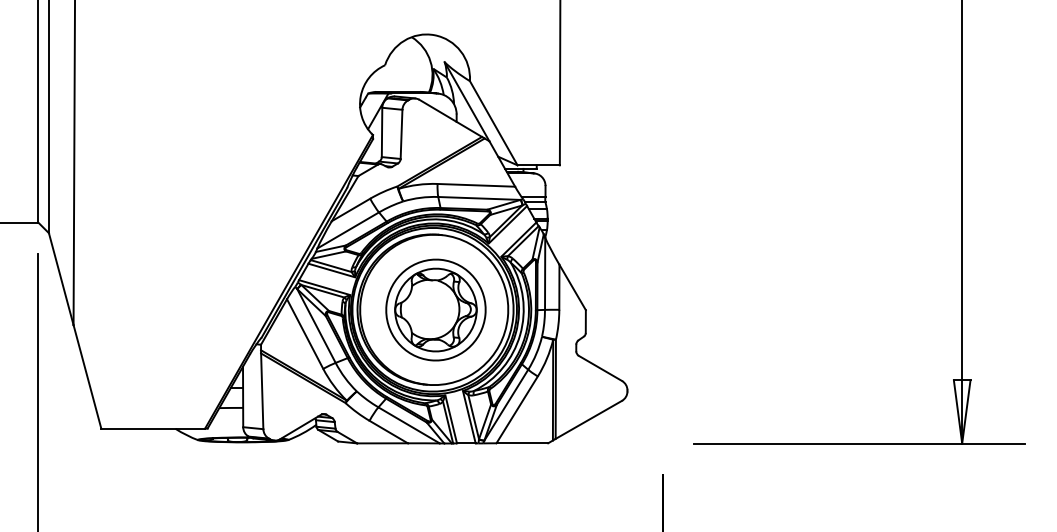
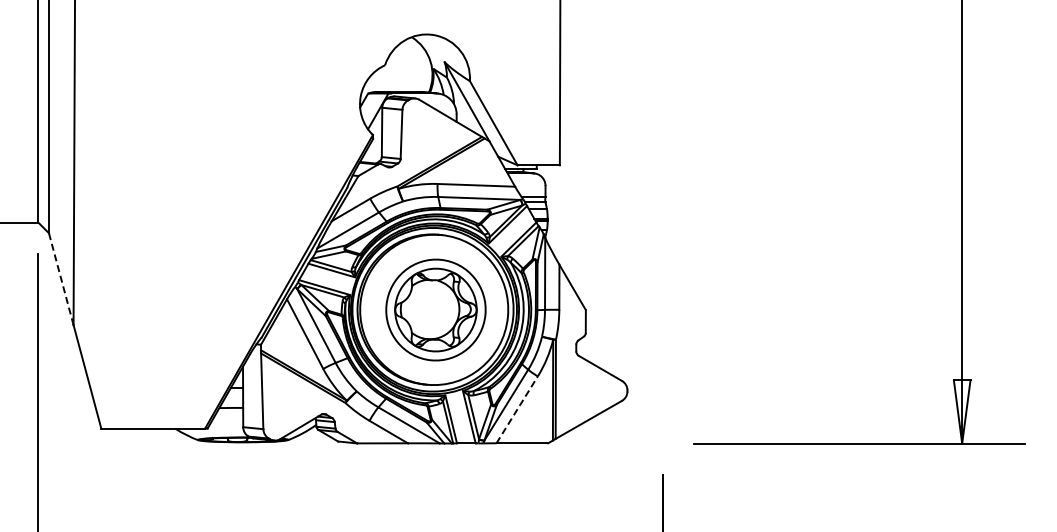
line at (61, 279): solid -> dashed
line at (517, 409): solid -> dashed
